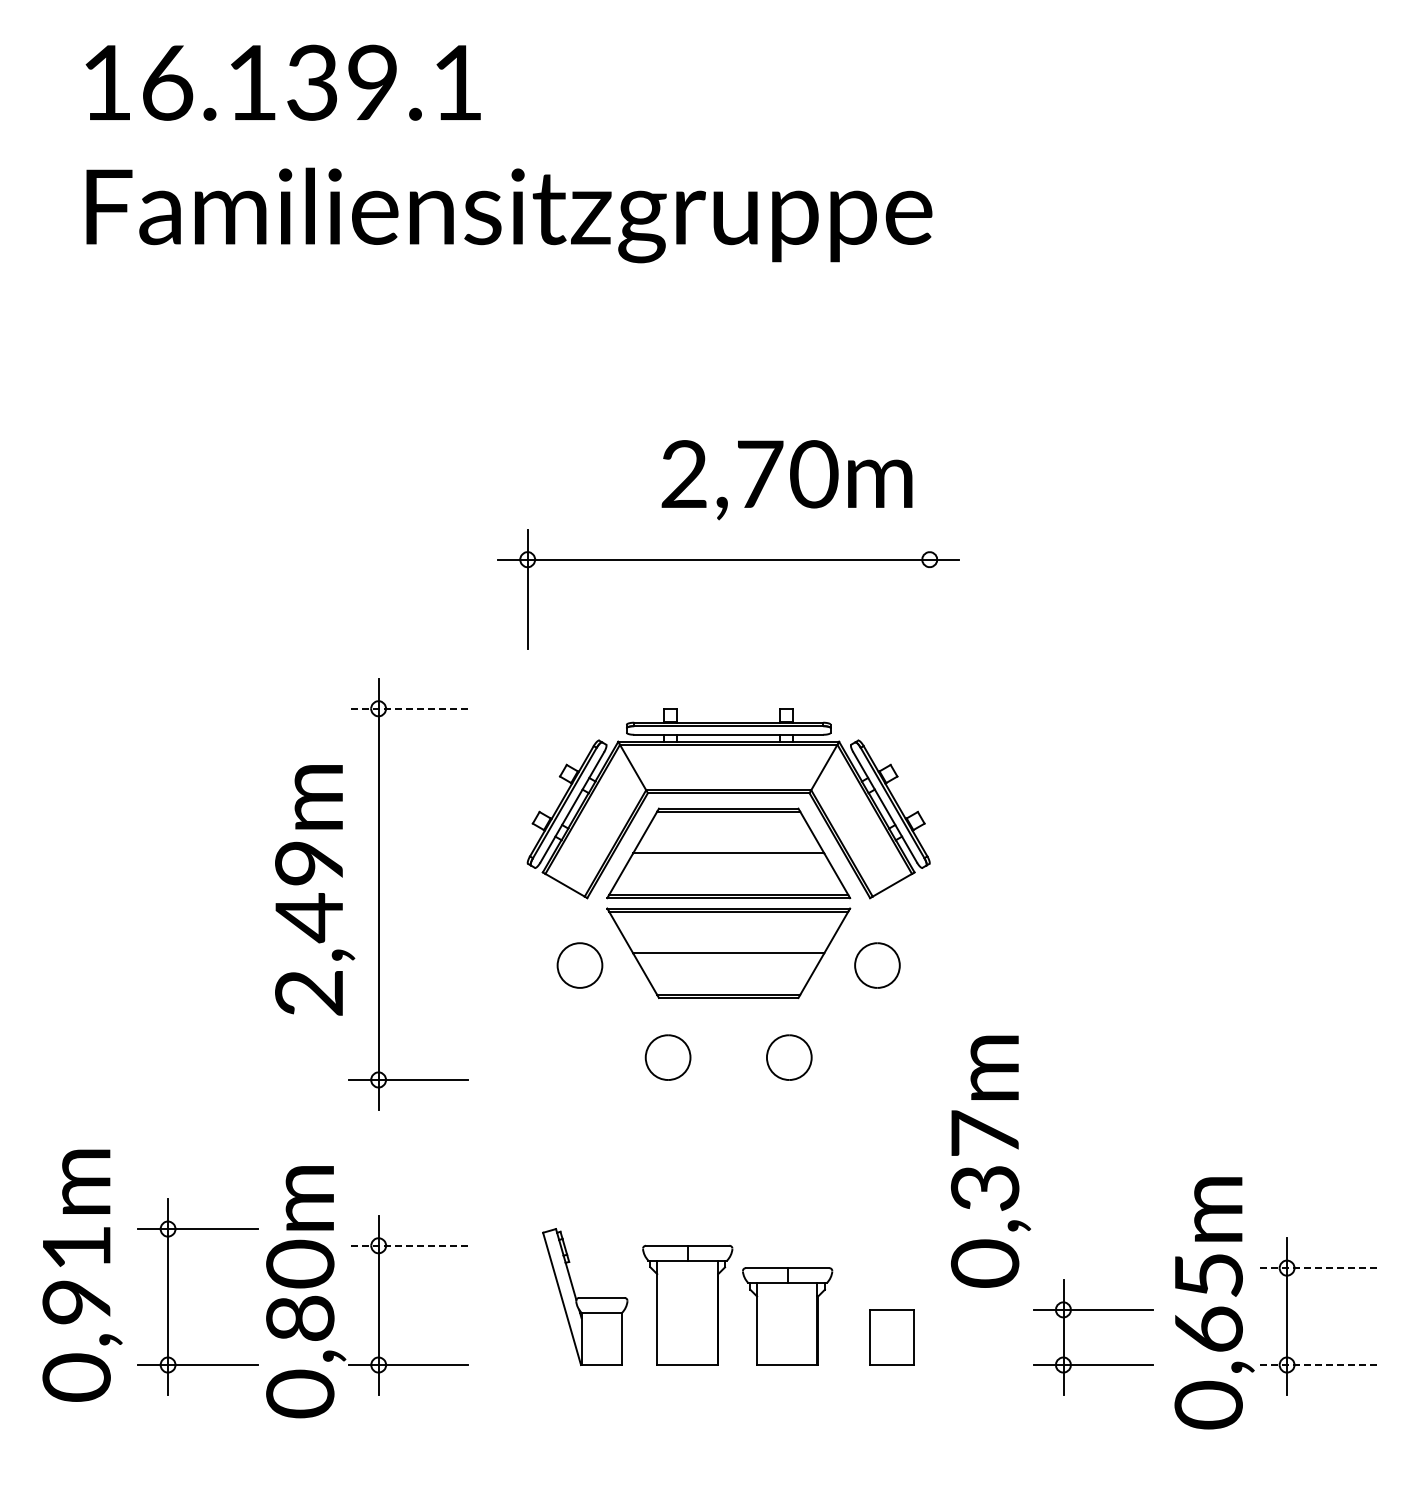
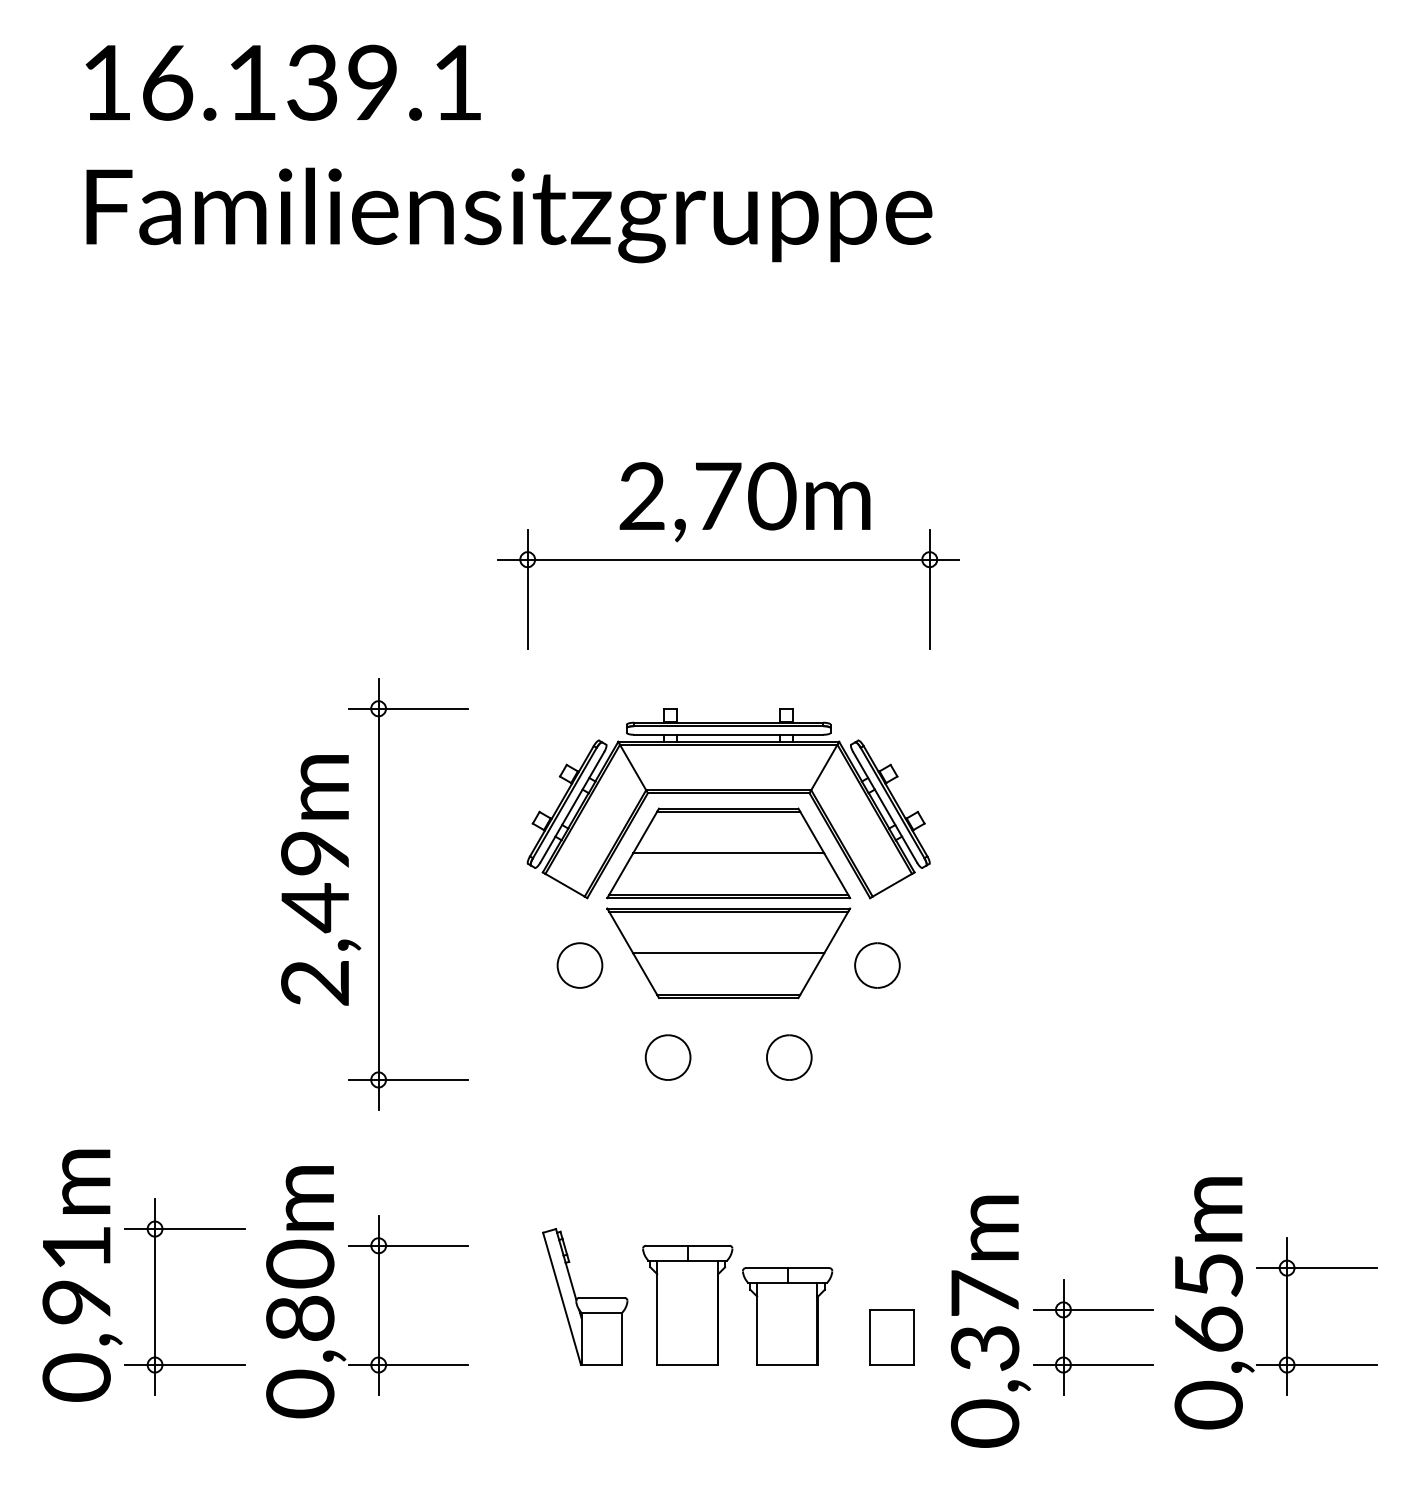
text at (786, 480) position: (786, 480) -> (744, 502)
line at (929, 589): none -> present
line at (408, 708): dashed -> solid
text at (315, 890) position: (315, 890) -> (321, 880)
text at (990, 1161) position: (990, 1161) -> (990, 1321)
line at (408, 1245): dashed -> solid
line at (1316, 1268): dashed -> solid
part at (168, 1296) position: (168, 1296) -> (155, 1296)
line at (1316, 1365): dashed -> solid
